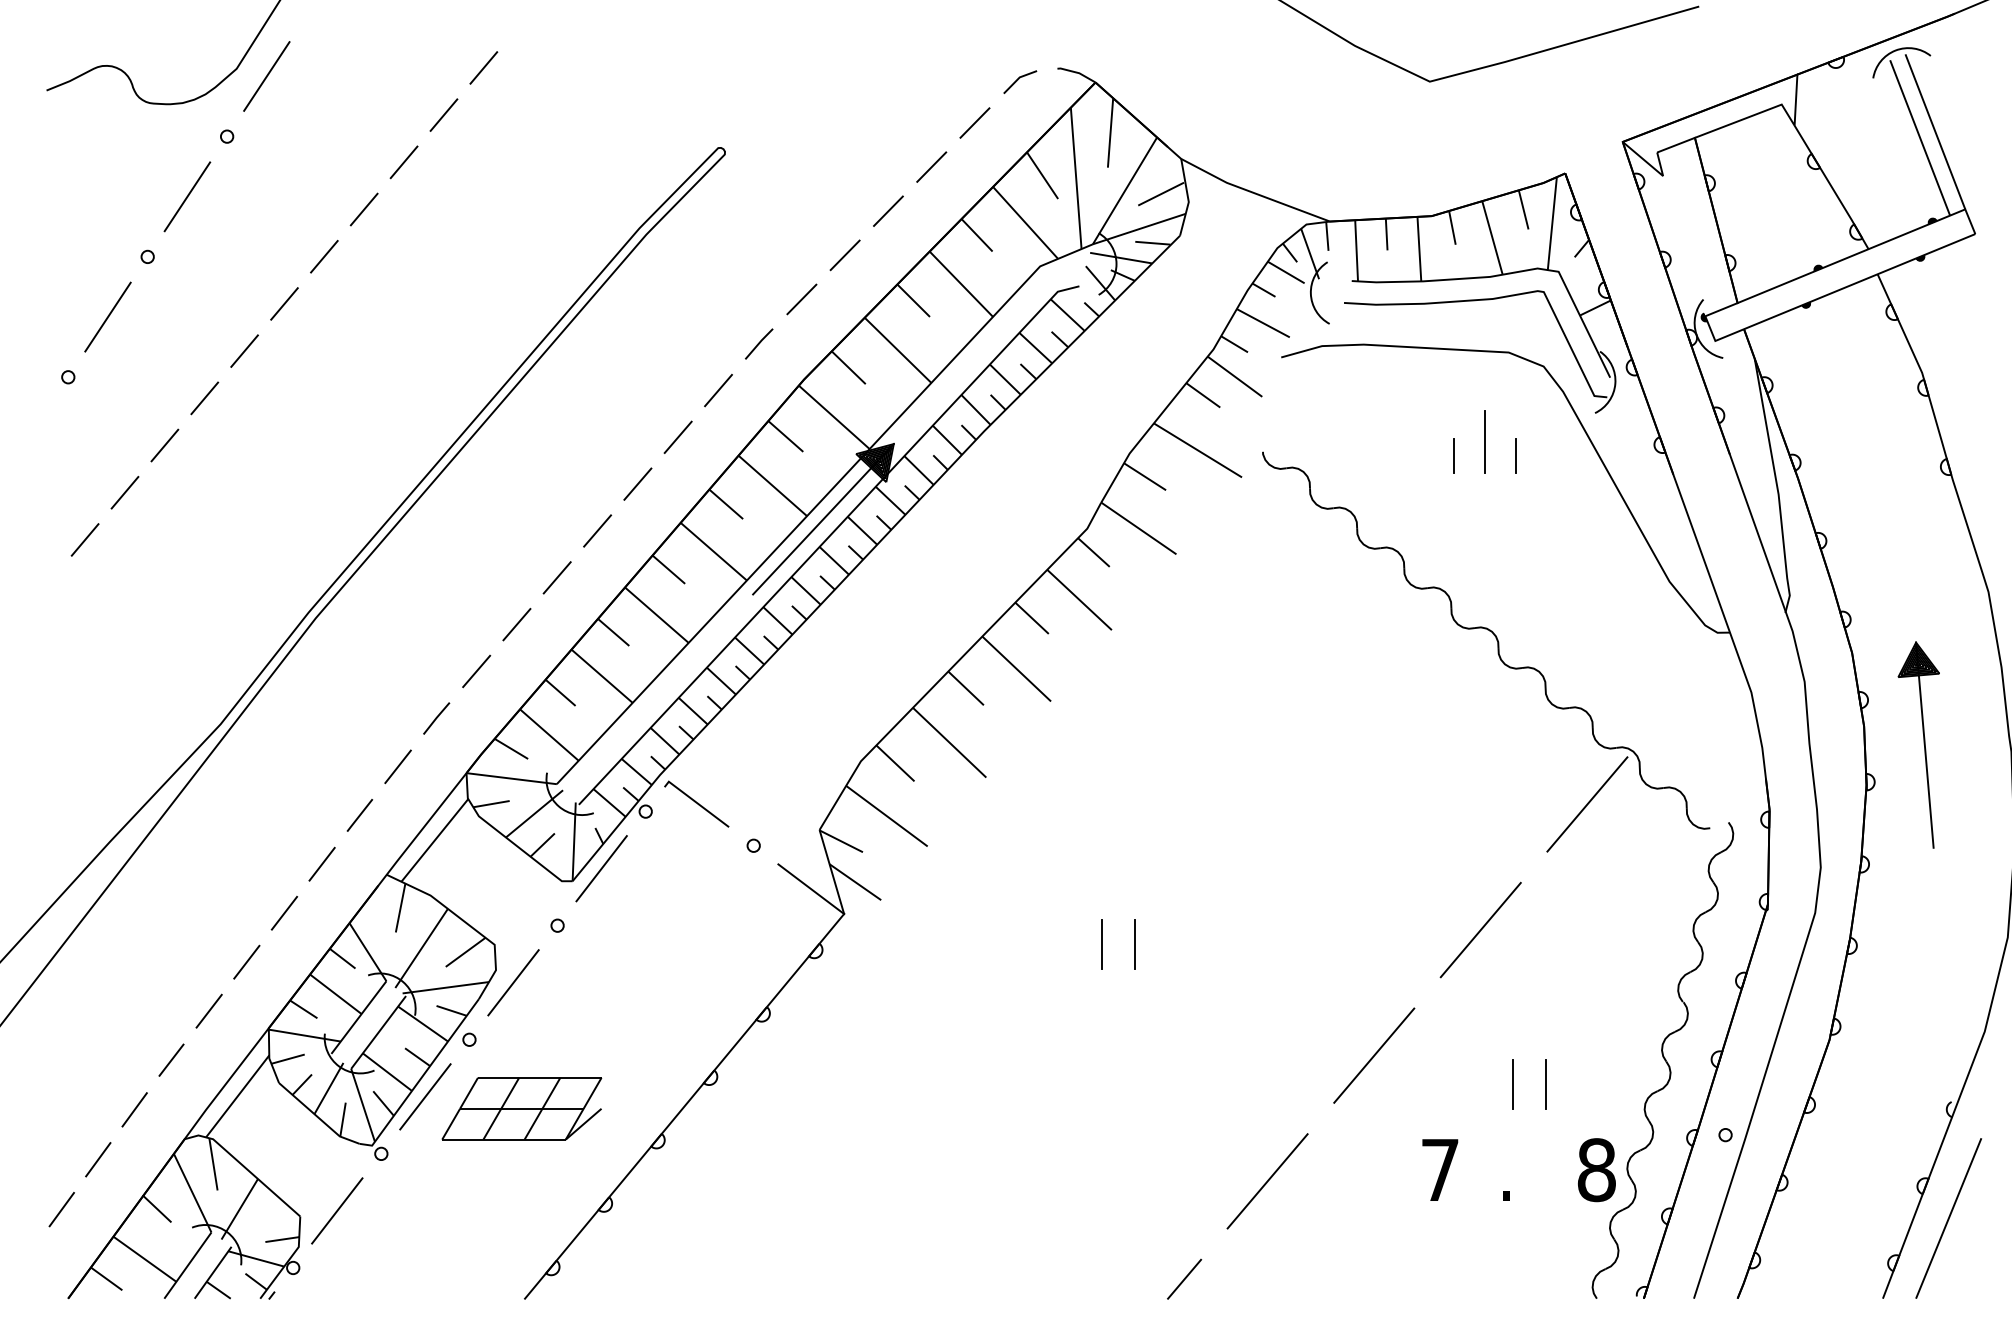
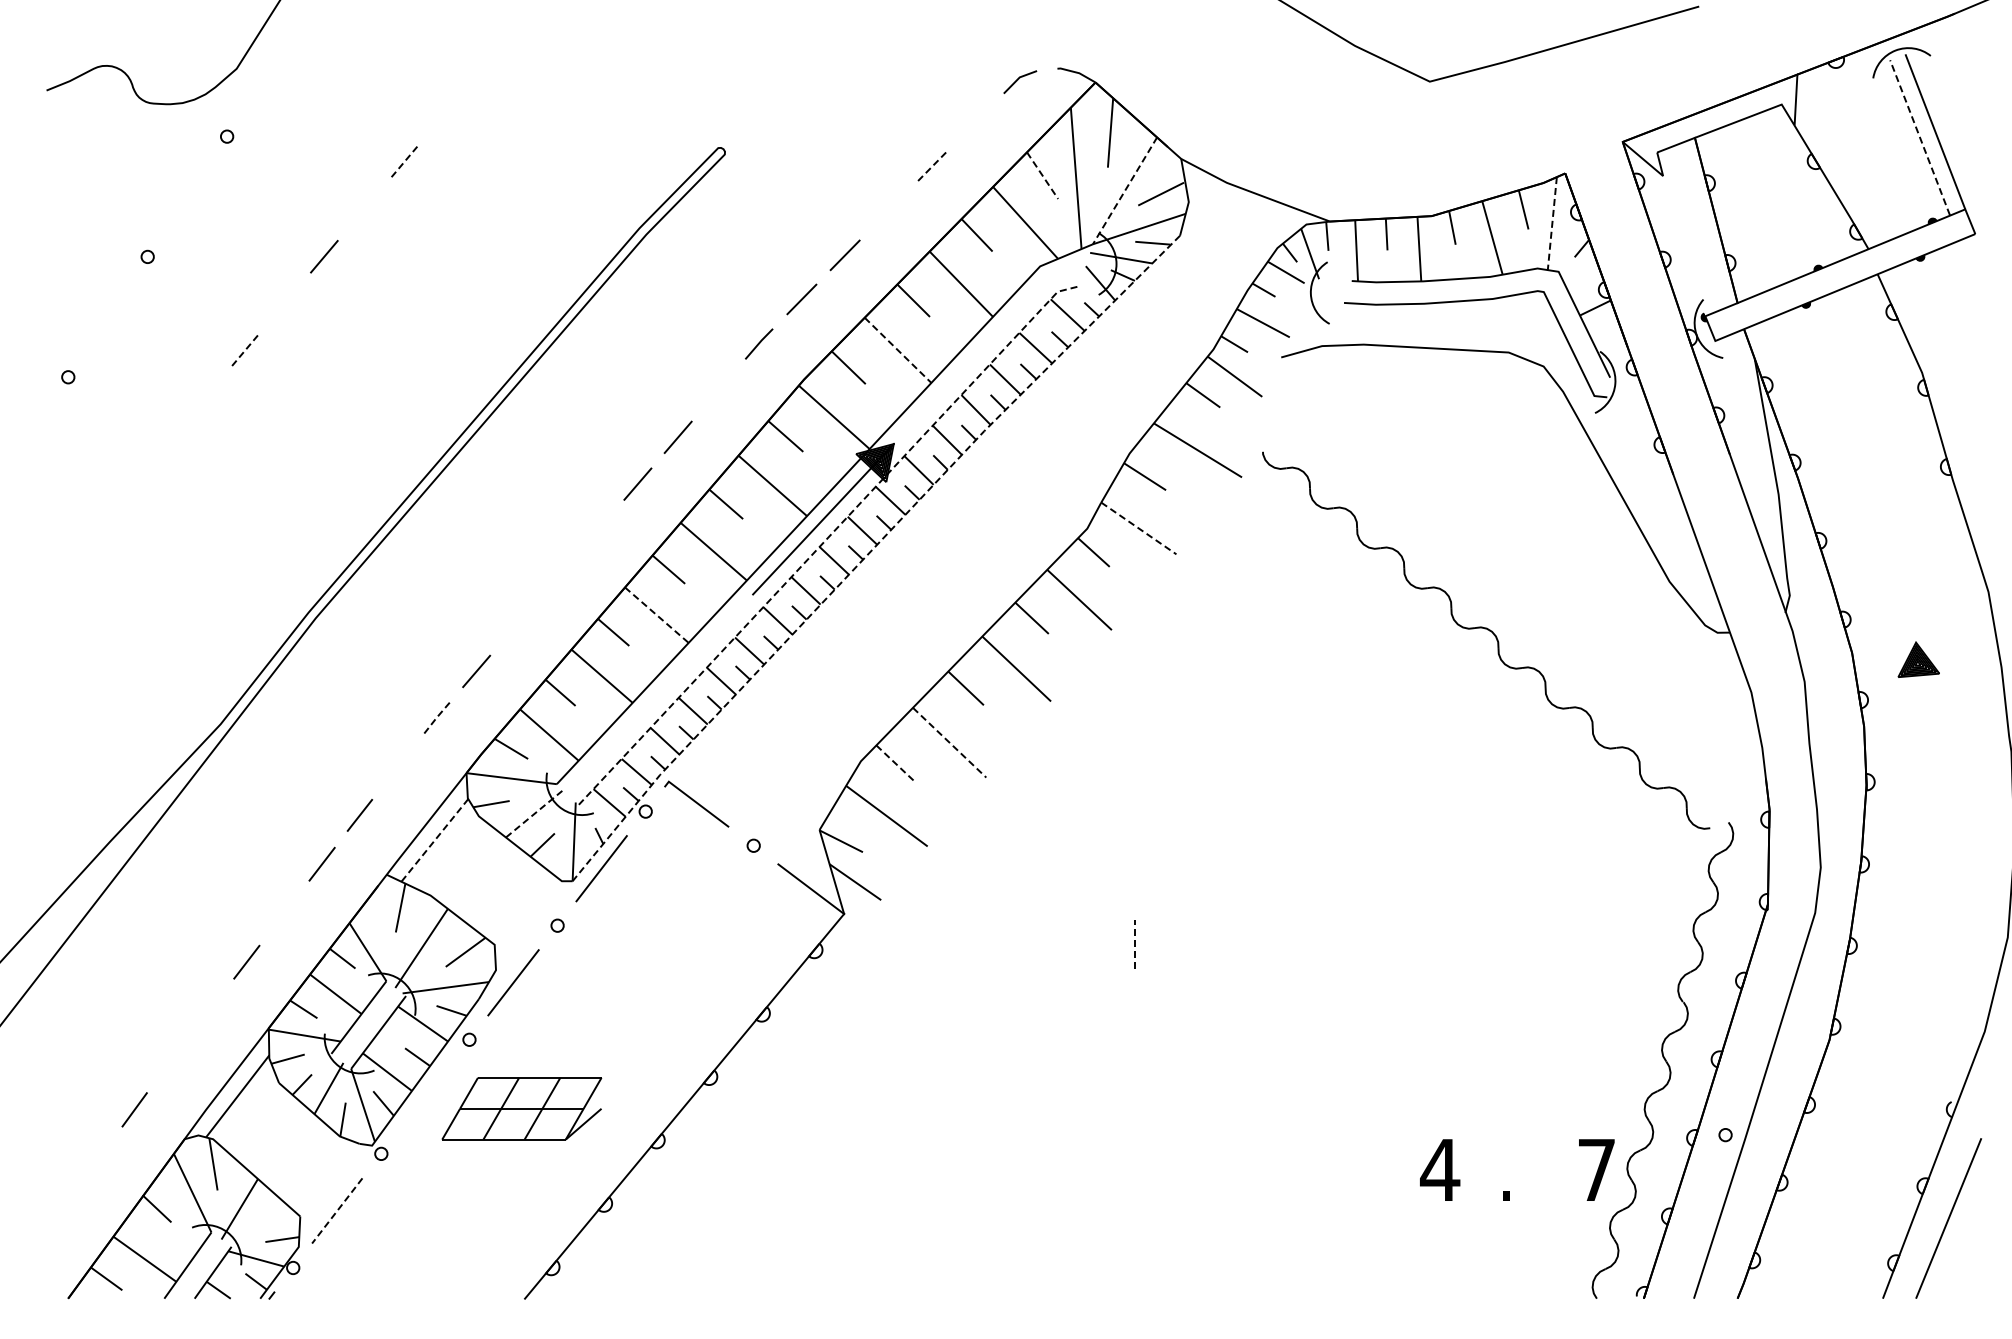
line at (483, 67): present -> none
line at (266, 76): present -> none
line at (443, 114): present -> none
line at (974, 122): present -> none
line at (1919, 137): solid -> dashed
line at (404, 162): solid -> dashed
line at (931, 167): solid -> dashed
line at (1042, 176): solid -> dashed
line at (1124, 191): solid -> dashed
line at (187, 196): present -> none
line at (363, 209): present -> none
line at (888, 210): present -> none
line at (1552, 223): solid -> dashed
line at (284, 303): present -> none
line at (107, 316): present -> none
line at (898, 350): solid -> dashed
line at (244, 351): solid -> dashed
line at (718, 390): present -> none
line at (204, 398): present -> none
line at (1484, 441): present -> none
line at (164, 445): present -> none
line at (1454, 455): present -> none
line at (1515, 455): present -> none
line at (124, 492): present -> none
line at (1138, 528): solid -> dashed
line at (597, 530): present -> none
line at (84, 539): present -> none
line at (826, 539): solid -> dashed
line at (869, 552): solid -> dashed
line at (556, 577): present -> none
line at (657, 615): solid -> dashed
line at (516, 624): present -> none
line at (436, 718): solid -> dashed
line at (949, 742): solid -> dashed
line at (1924, 744): present -> none
line at (895, 763): solid -> dashed
line at (397, 766): present -> none
line at (1587, 804): present -> none
line at (534, 813): solid -> dashed
line at (434, 840): solid -> dashed
line at (284, 912): present -> none
line at (1480, 929): present -> none
line at (1102, 944): present -> none
line at (1135, 944): solid -> dashed
line at (208, 1010): present -> none
line at (1374, 1055): present -> none
line at (171, 1059): present -> none
line at (1512, 1084): present -> none
line at (1545, 1084): present -> none
line at (425, 1096): present -> none
line at (98, 1159): present -> none
text at (1440, 1169): 7 -> 4
text at (1596, 1170): 8 -> 7
line at (1267, 1181): present -> none
line at (61, 1209): present -> none
line at (336, 1211): solid -> dashed
line at (1184, 1278): present -> none
